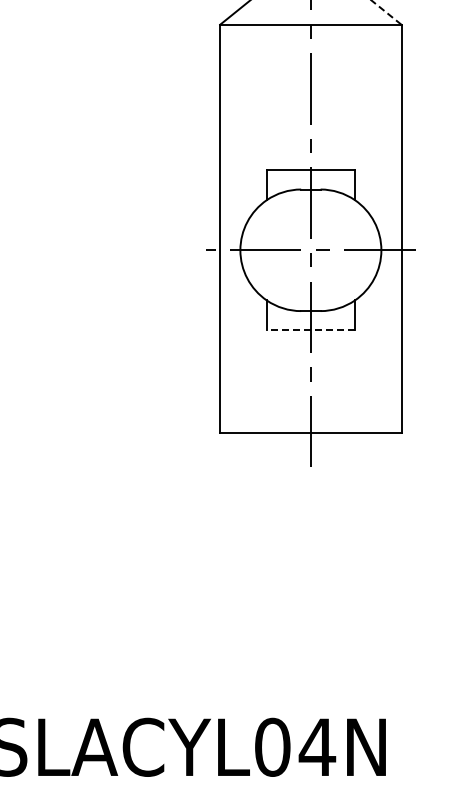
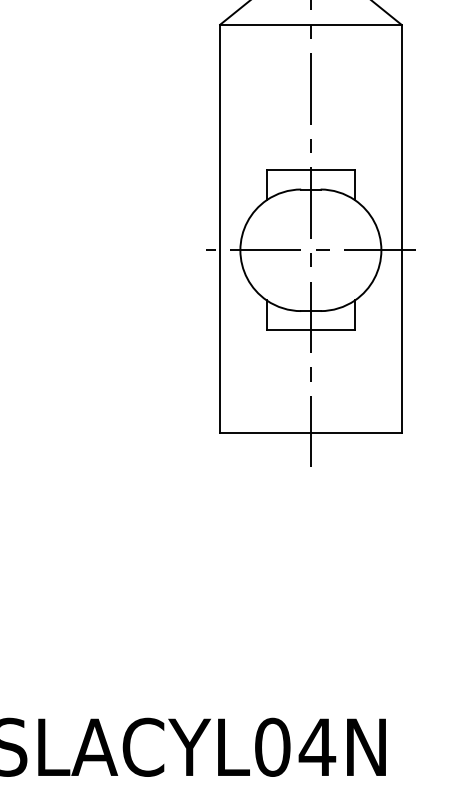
line at (386, 12): dashed -> solid
line at (310, 330): dashed -> solid
